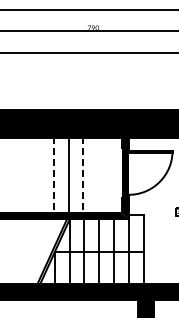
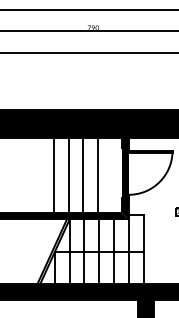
line at (98, 174): none -> present
line at (53, 175): dashed -> solid
line at (83, 175): dashed -> solid
